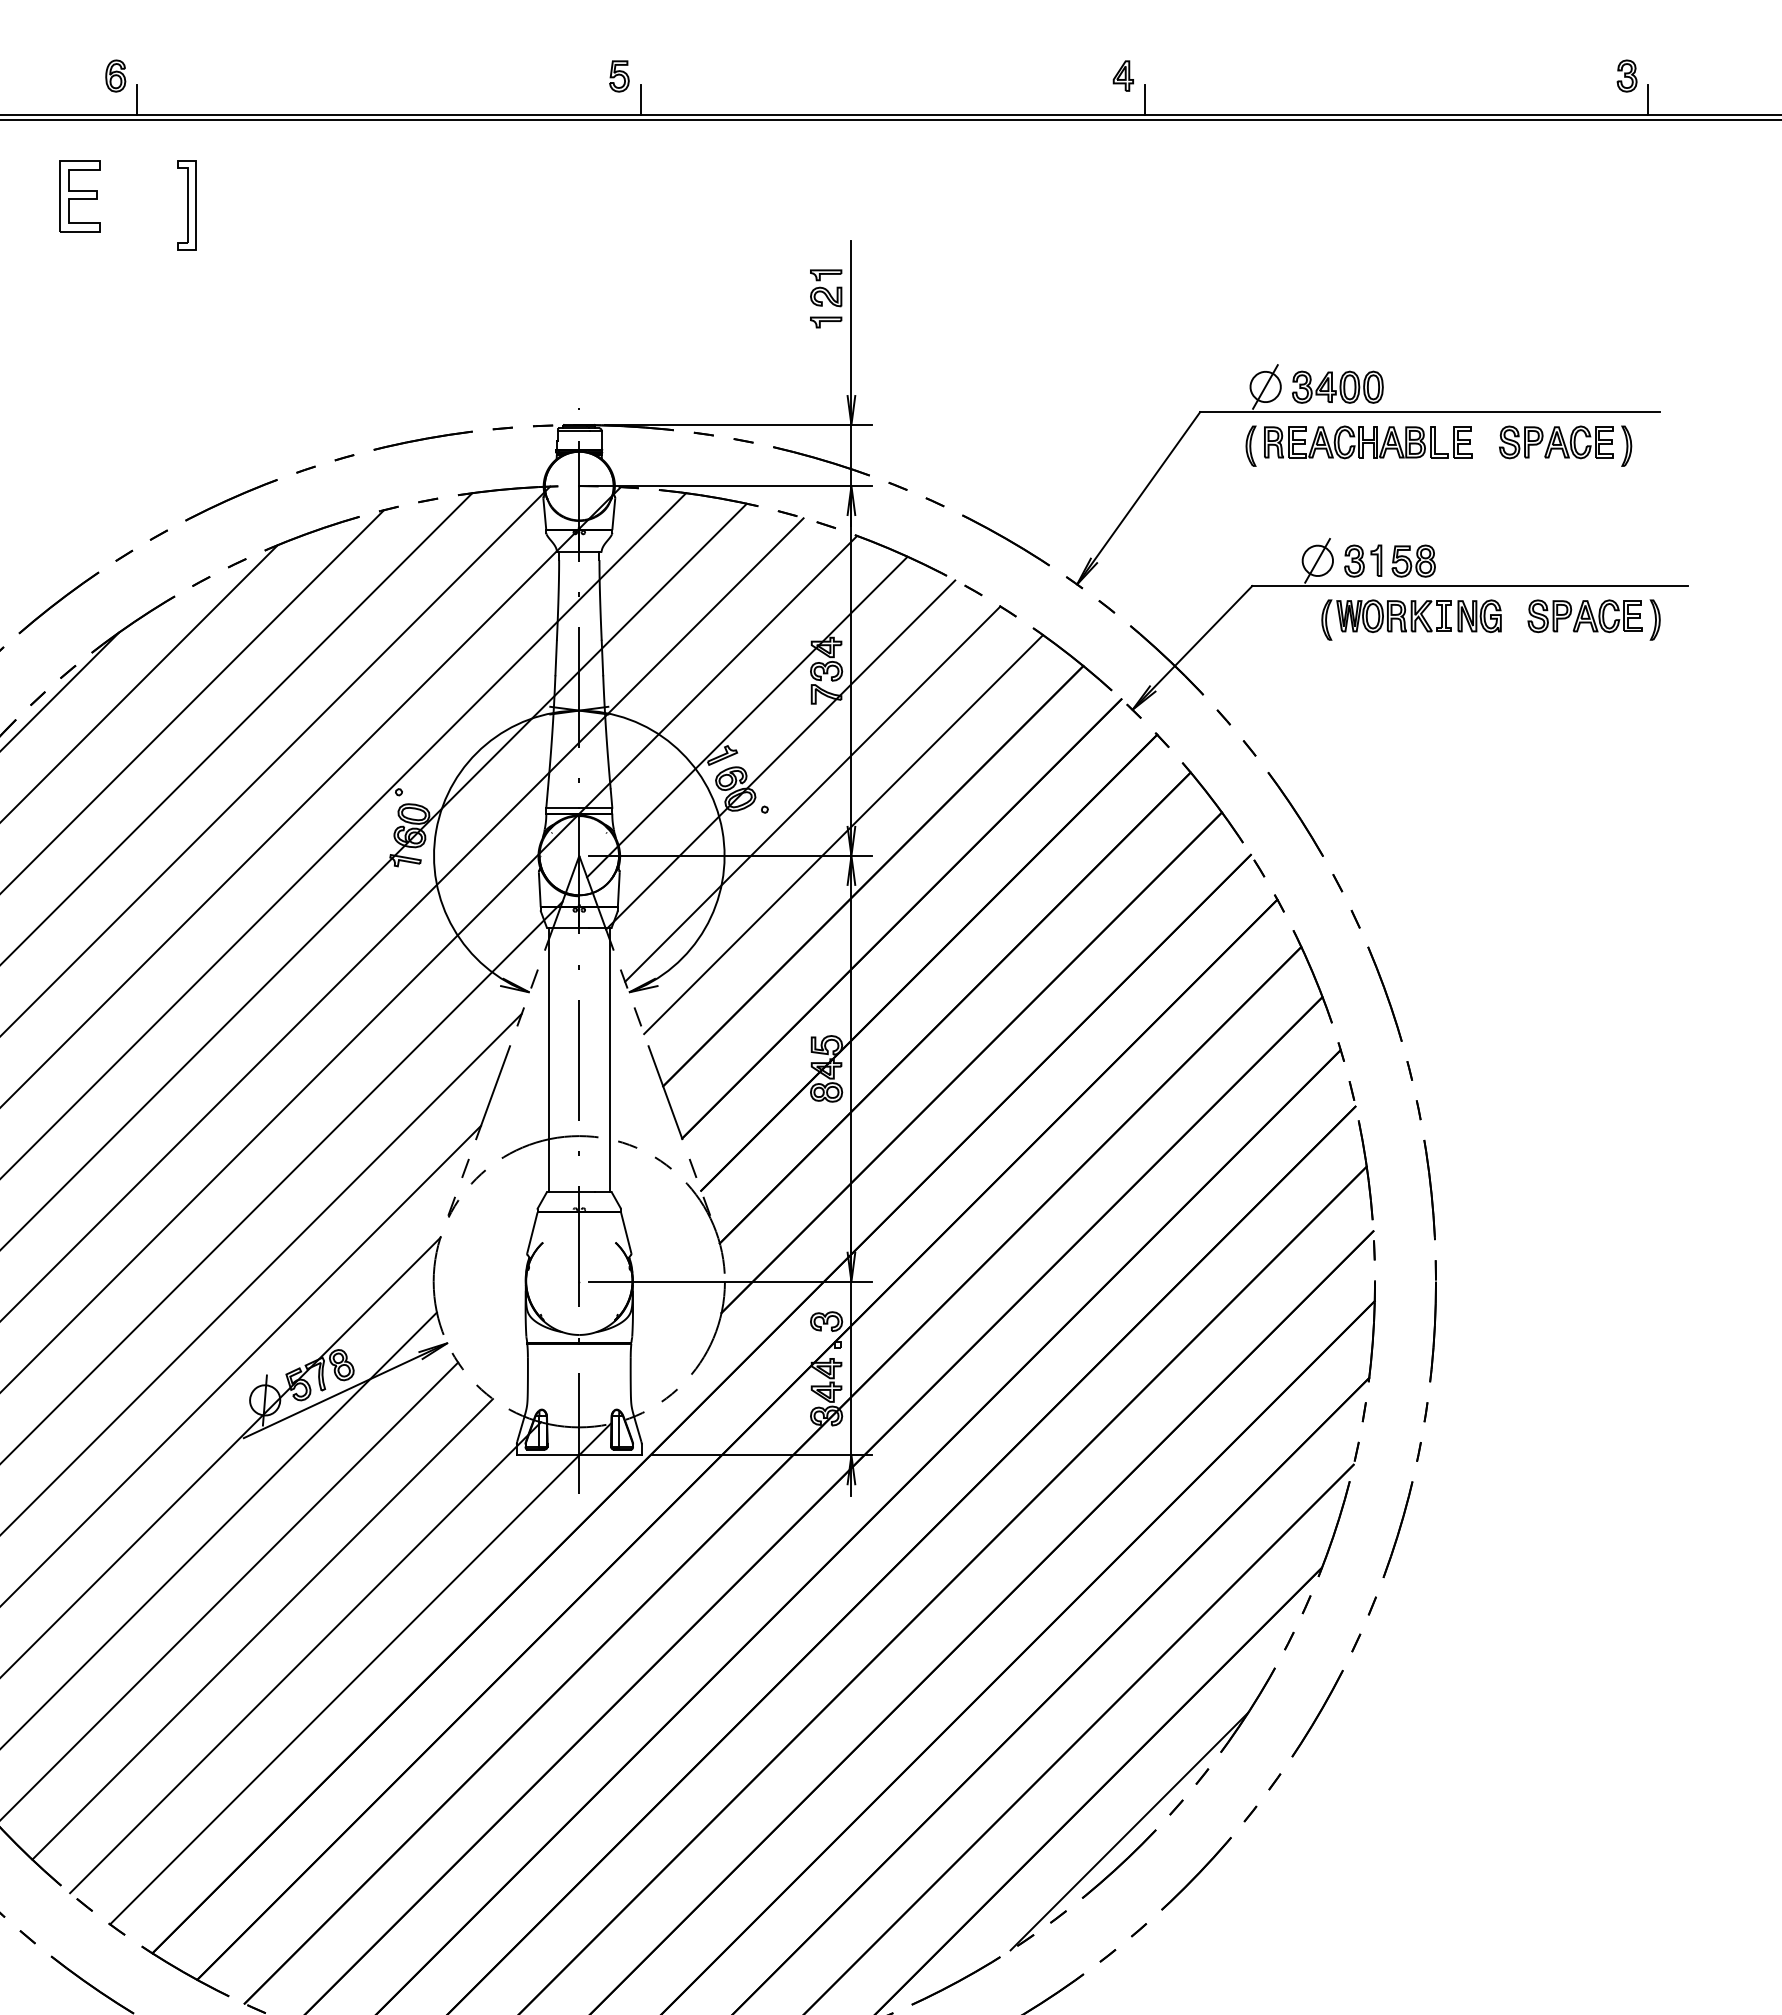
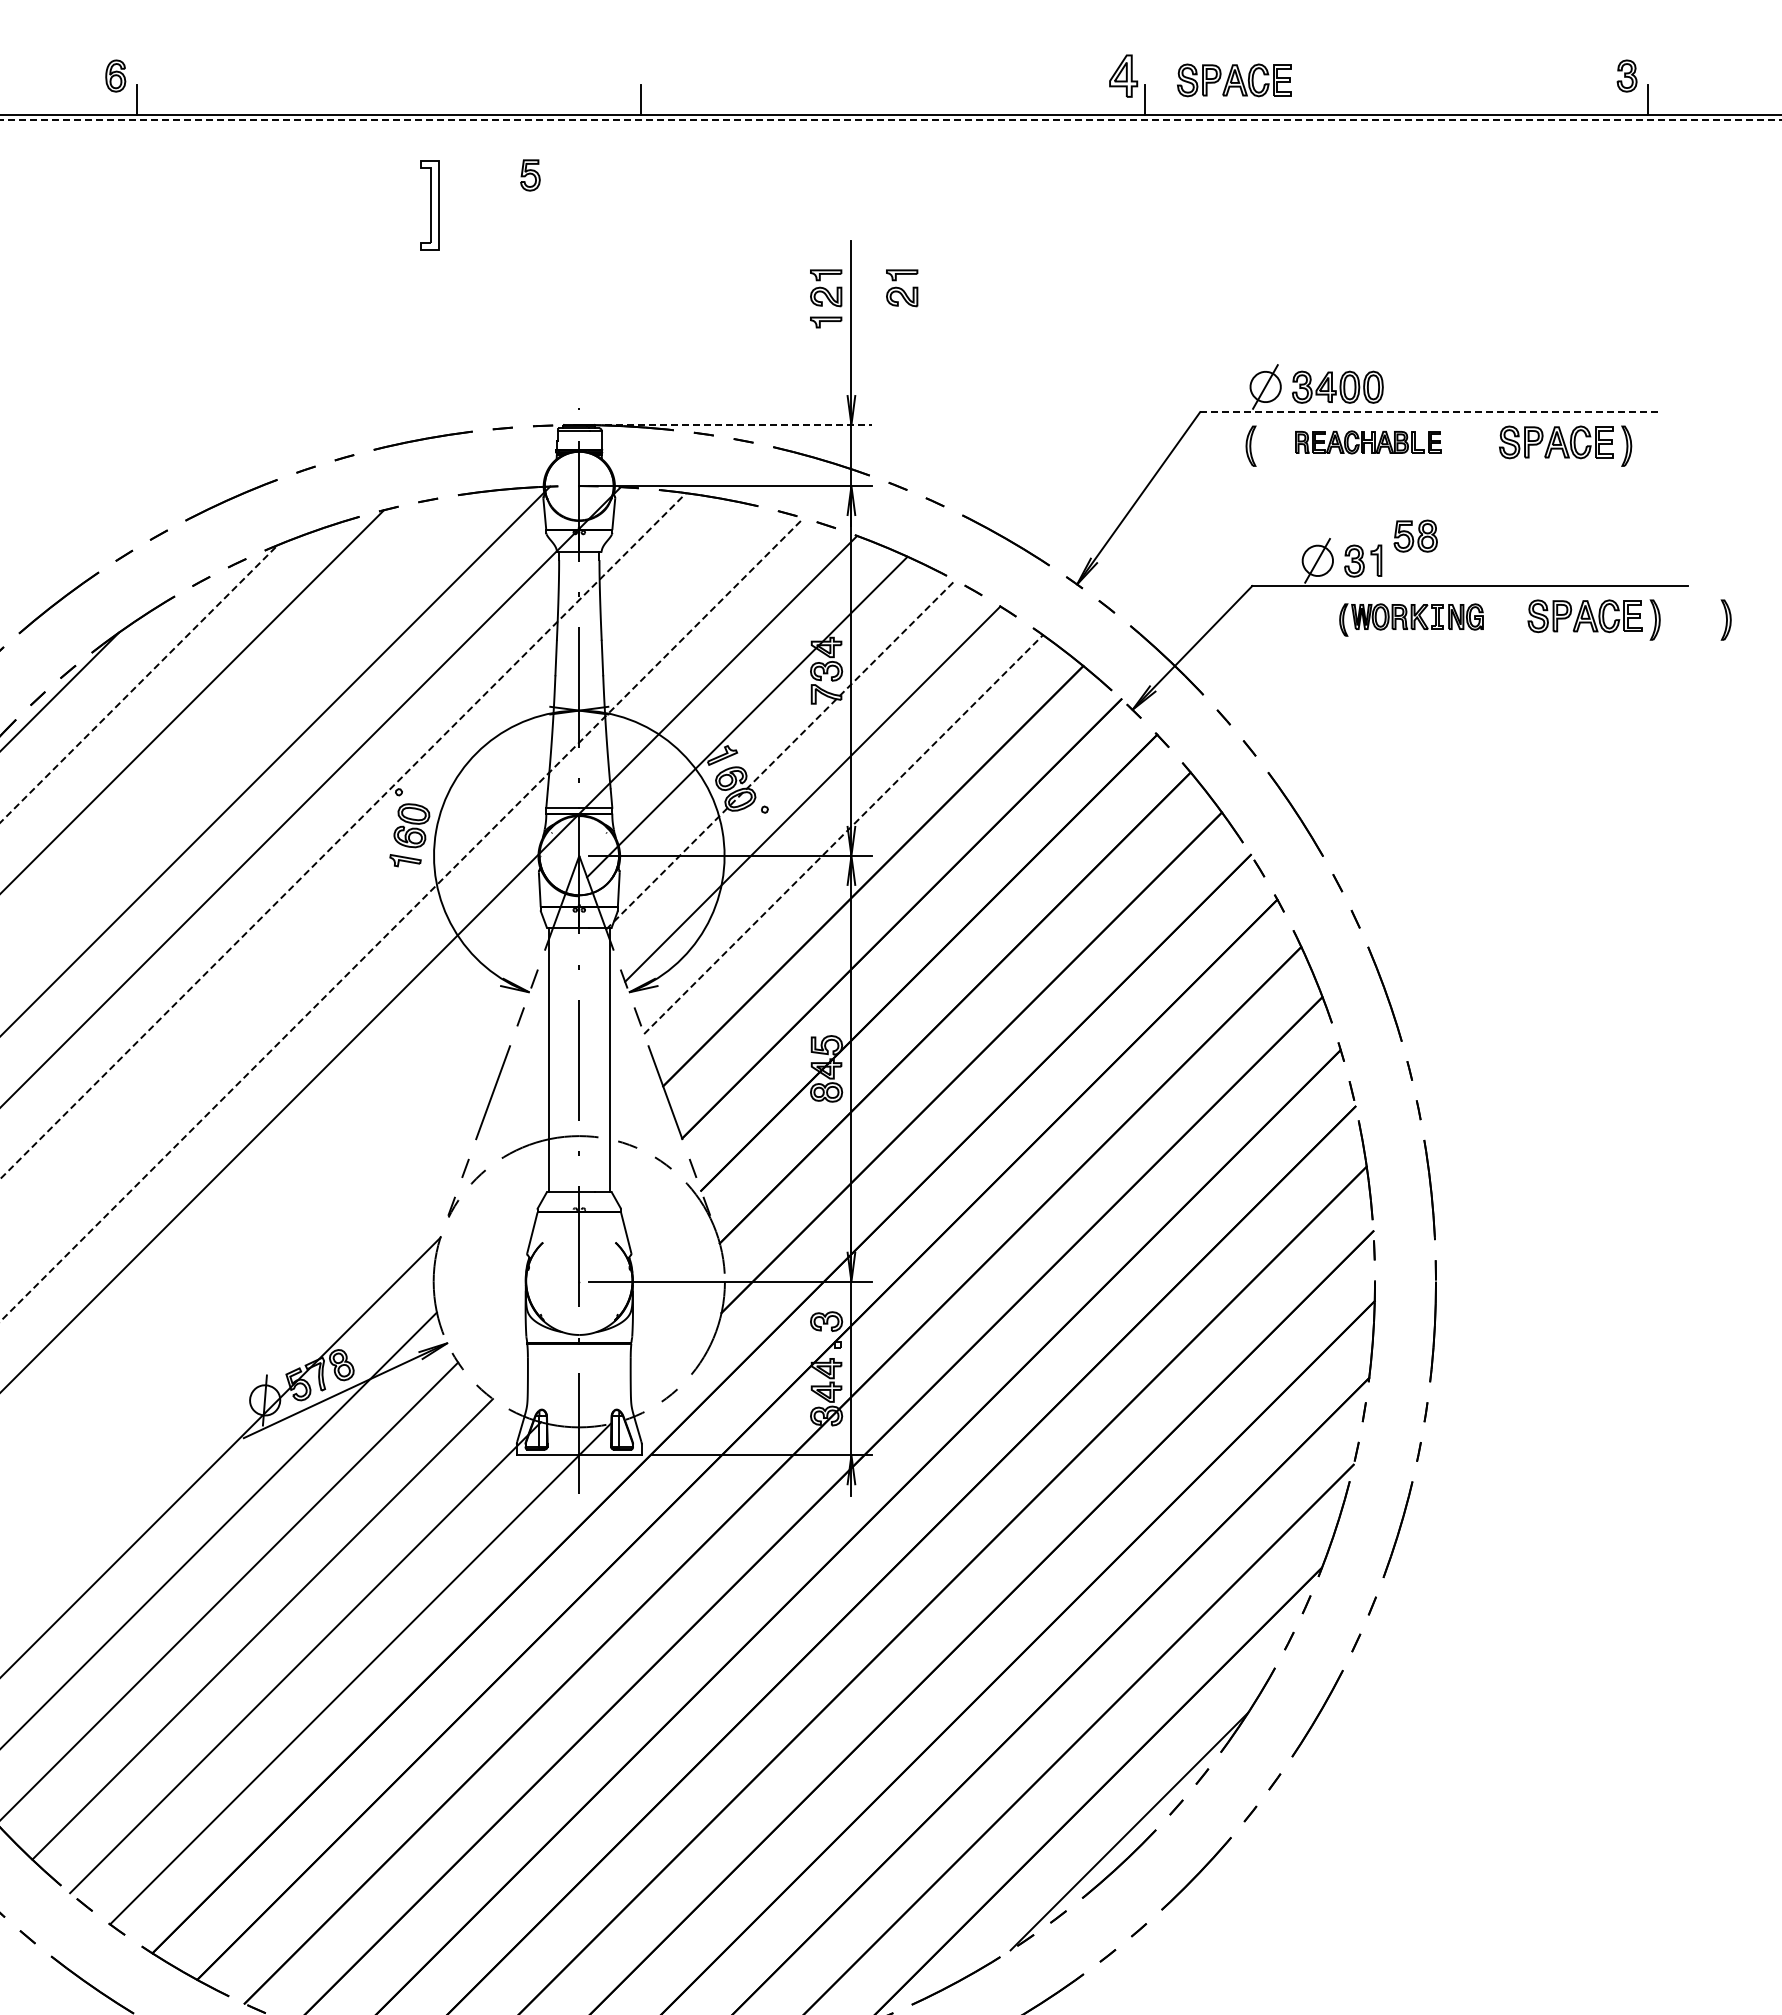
part at (1122, 75) size: 22x32 px -> 30x44 px
part at (619, 76) position: (619, 76) -> (530, 175)
part at (1234, 80): none -> present
line at (891, 120): solid -> dashed
part at (79, 196): present -> none
part at (186, 205) position: (186, 205) -> (429, 205)
part at (902, 288): none -> present
line at (1429, 412): solid -> dashed
line at (738, 425): solid -> dashed
part at (1368, 442) size: 209x35 px -> 147x25 px
part at (1413, 560) position: (1413, 560) -> (1415, 535)
part at (1411, 619) size: 181x42 px -> 145x34 px
part at (1725, 619): none -> present
line at (139, 683): solid -> dashed
line at (237, 728): present -> none
line at (780, 755): solid -> dashed
line at (843, 834): solid -> dashed
line at (343, 835): solid -> dashed
line at (374, 875): present -> none
line at (402, 919): solid -> dashed
line at (282, 1181): present -> none
line at (261, 1273): present -> none
line at (241, 1364): present -> none
